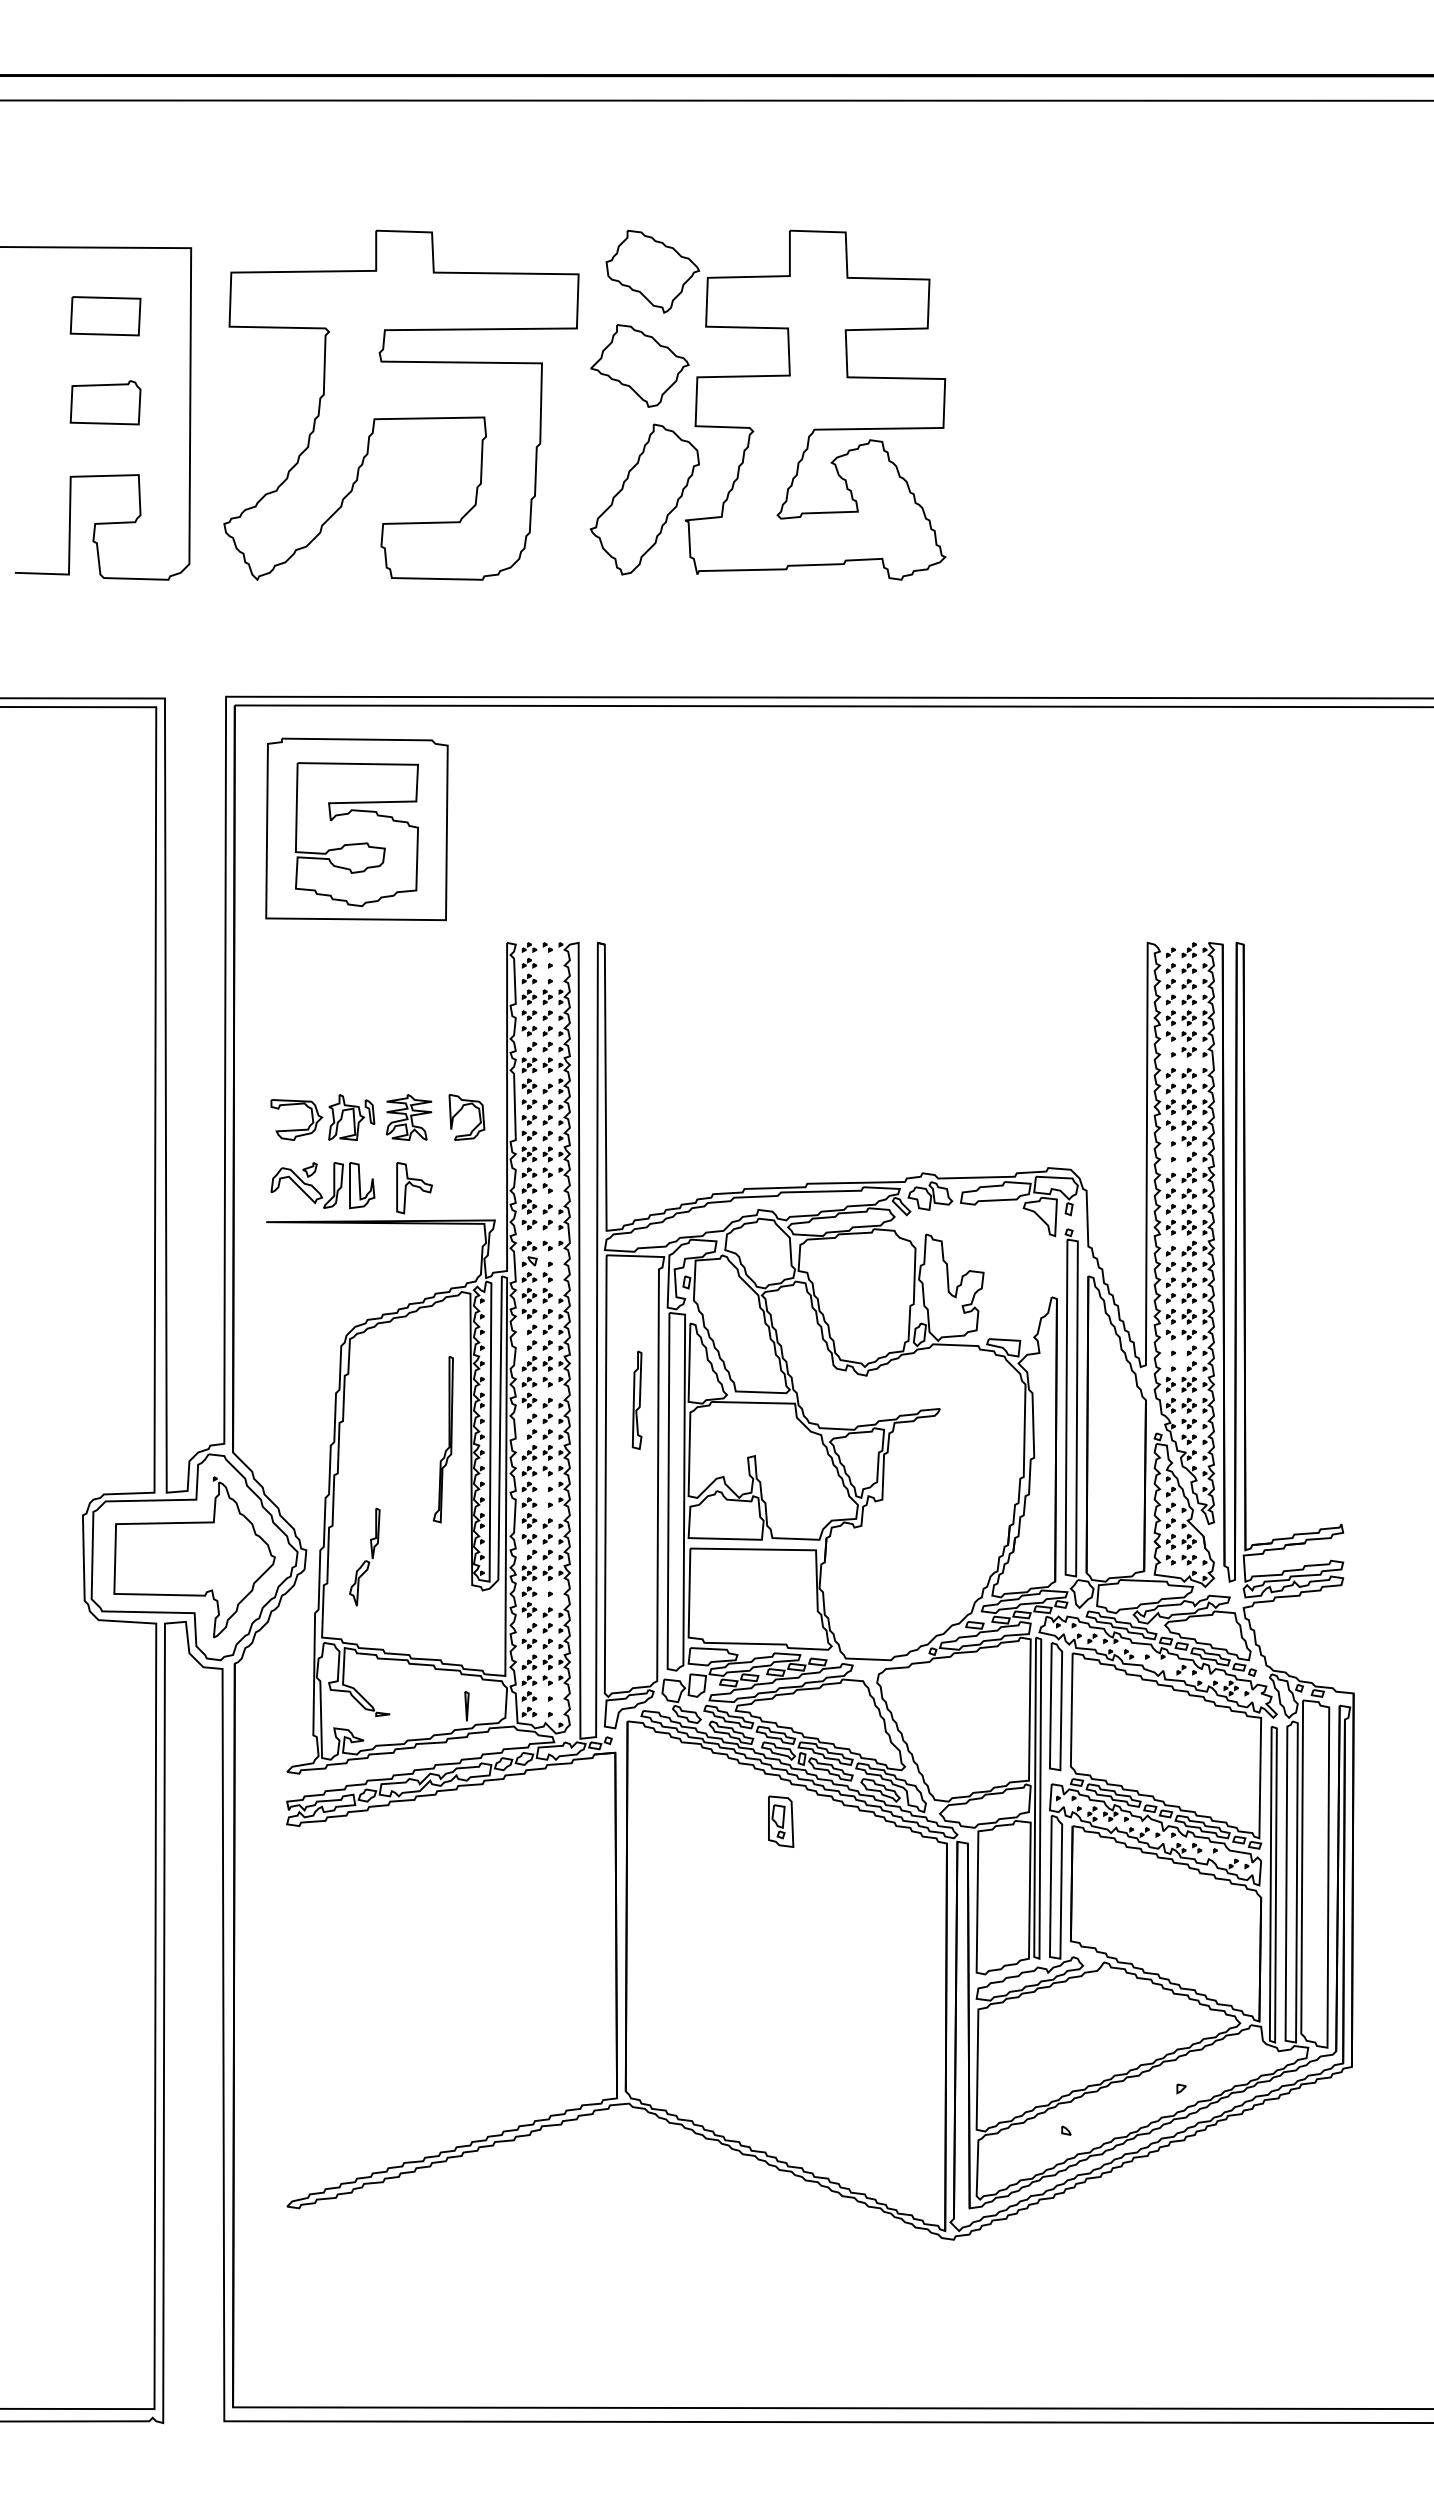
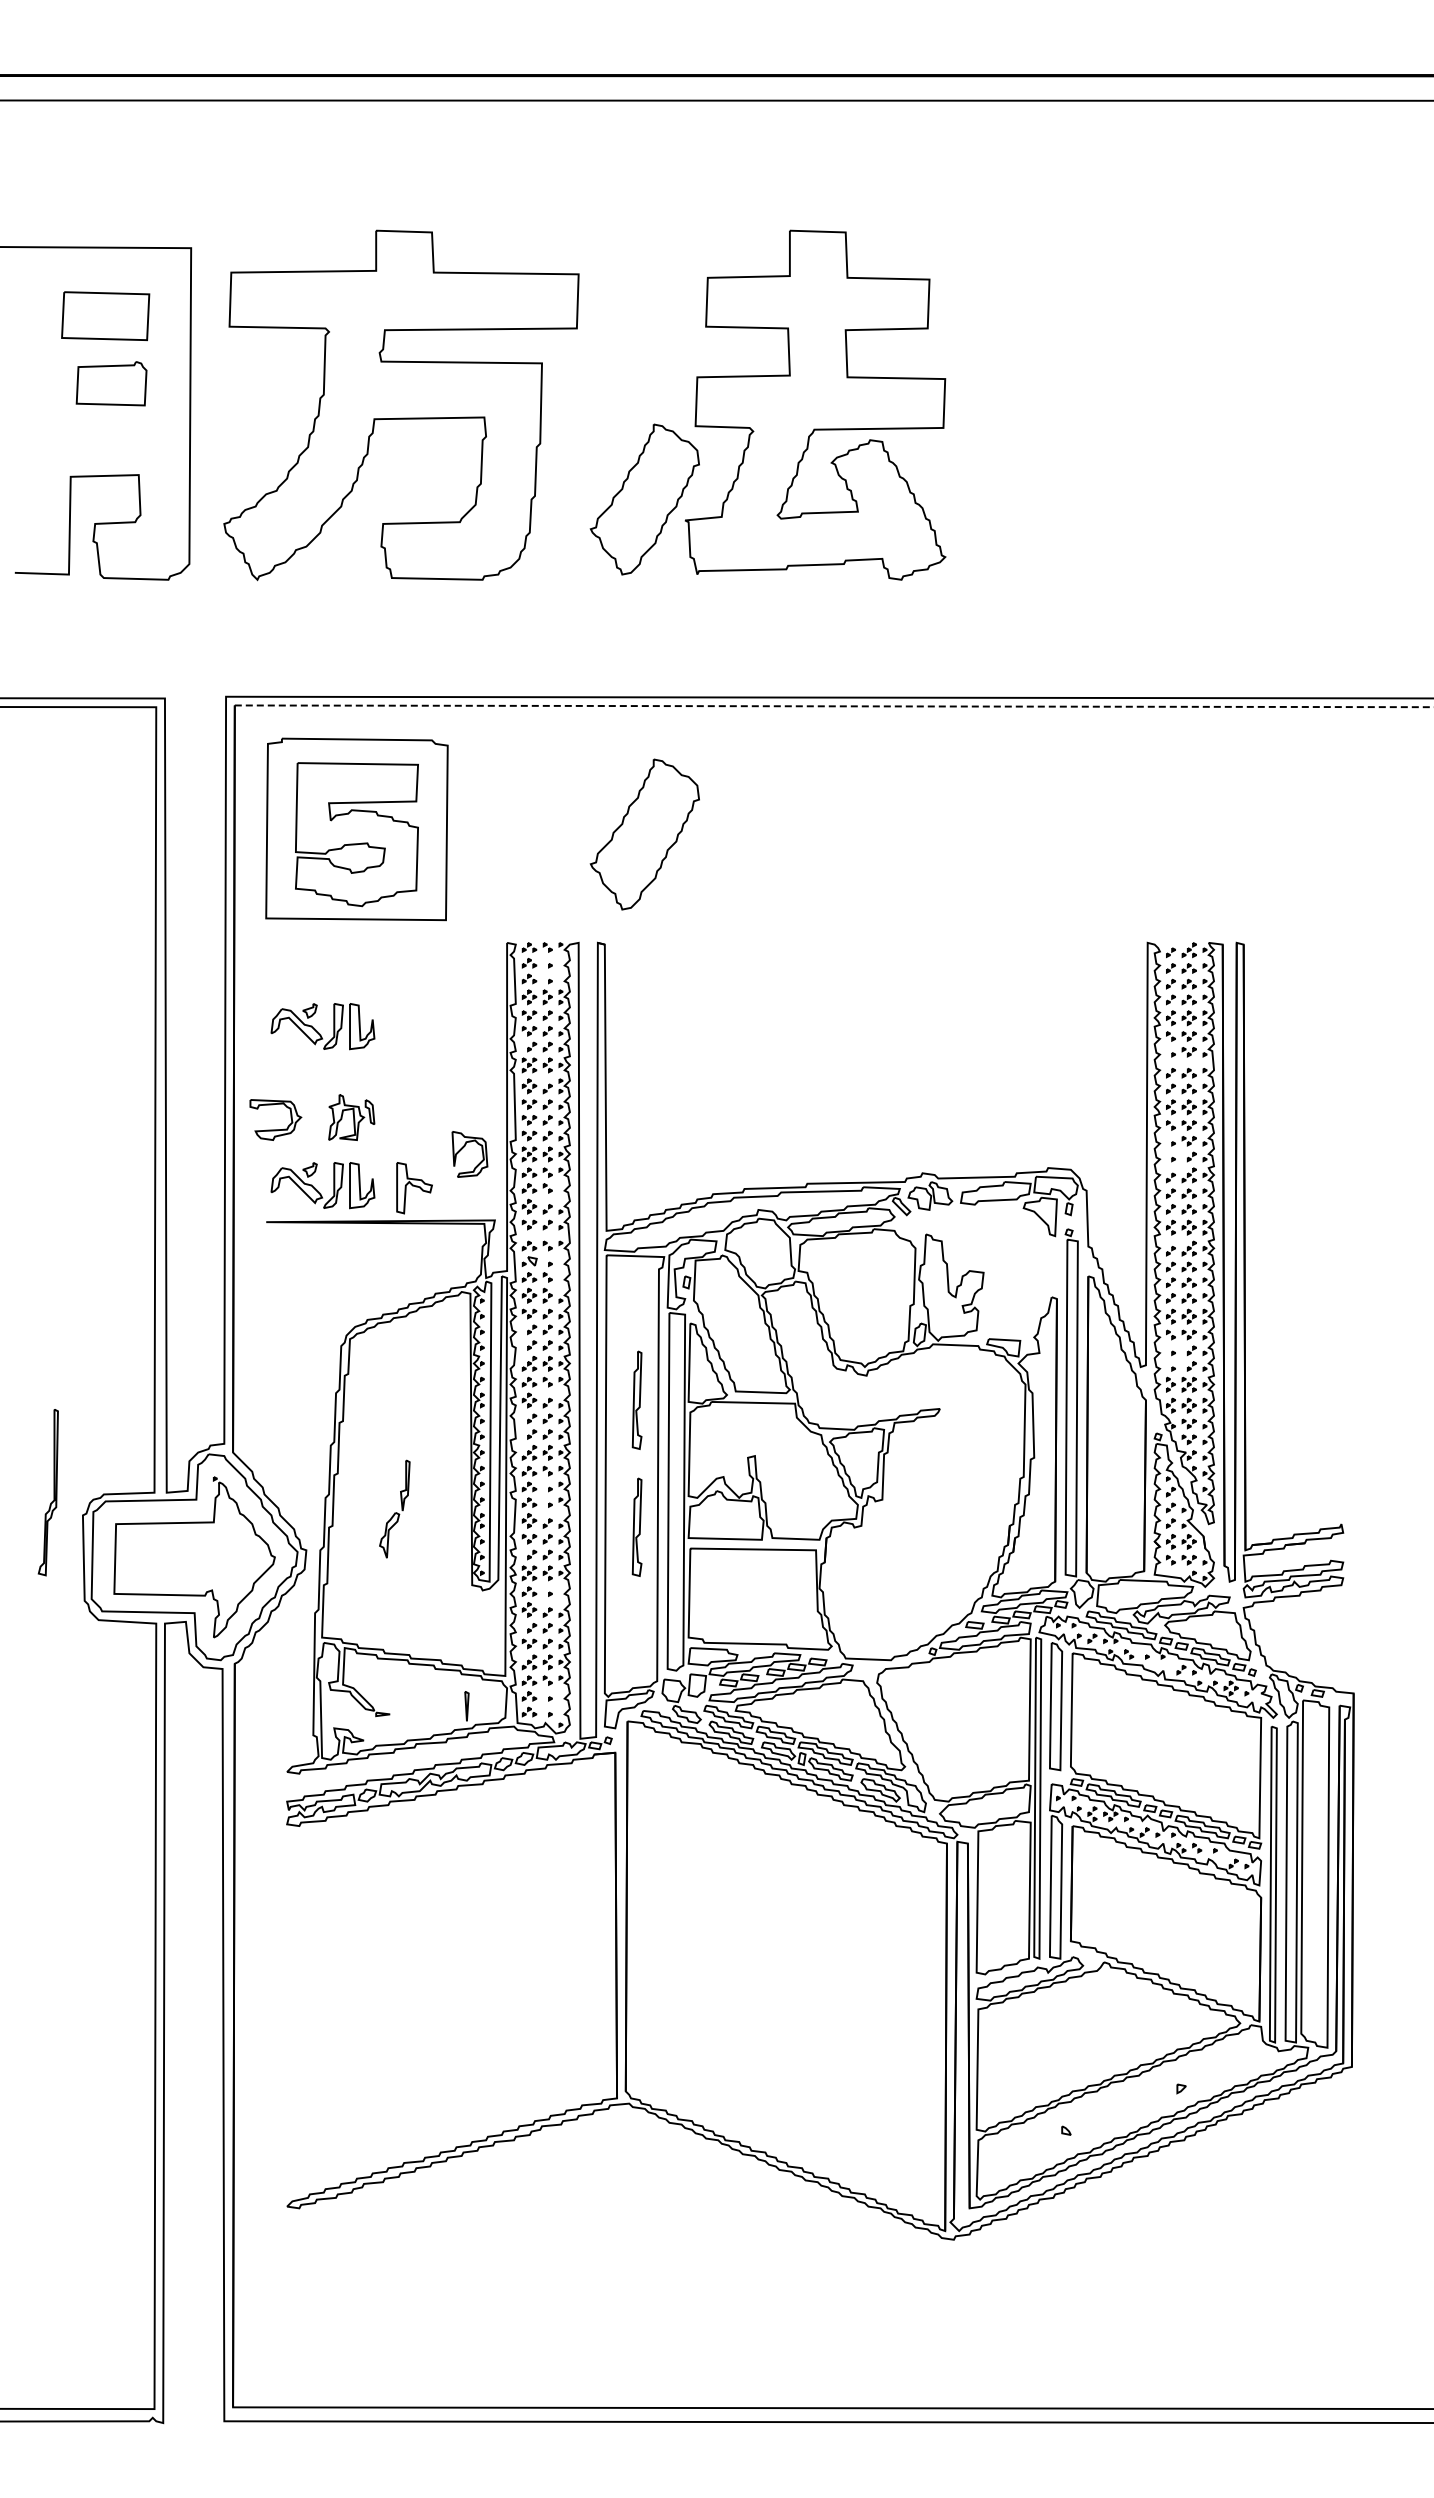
part at (652, 271): present -> none
part at (105, 316) size: 73x41 px -> 90x51 px
part at (639, 365): present -> none
part at (105, 402) position: (105, 402) -> (111, 383)
line at (834, 706): solid -> dashed
part at (644, 834): none -> present
part at (317, 1031): none -> present
part at (460, 1111) position: (460, 1111) -> (463, 1148)
part at (408, 1117): present -> none
part at (296, 1129) position: (296, 1129) -> (275, 1129)
part at (442, 1439) position: (442, 1439) -> (47, 1492)
part at (636, 1526): none -> present
part at (364, 1556) position: (364, 1556) -> (394, 1508)
part at (781, 1821): present -> none
